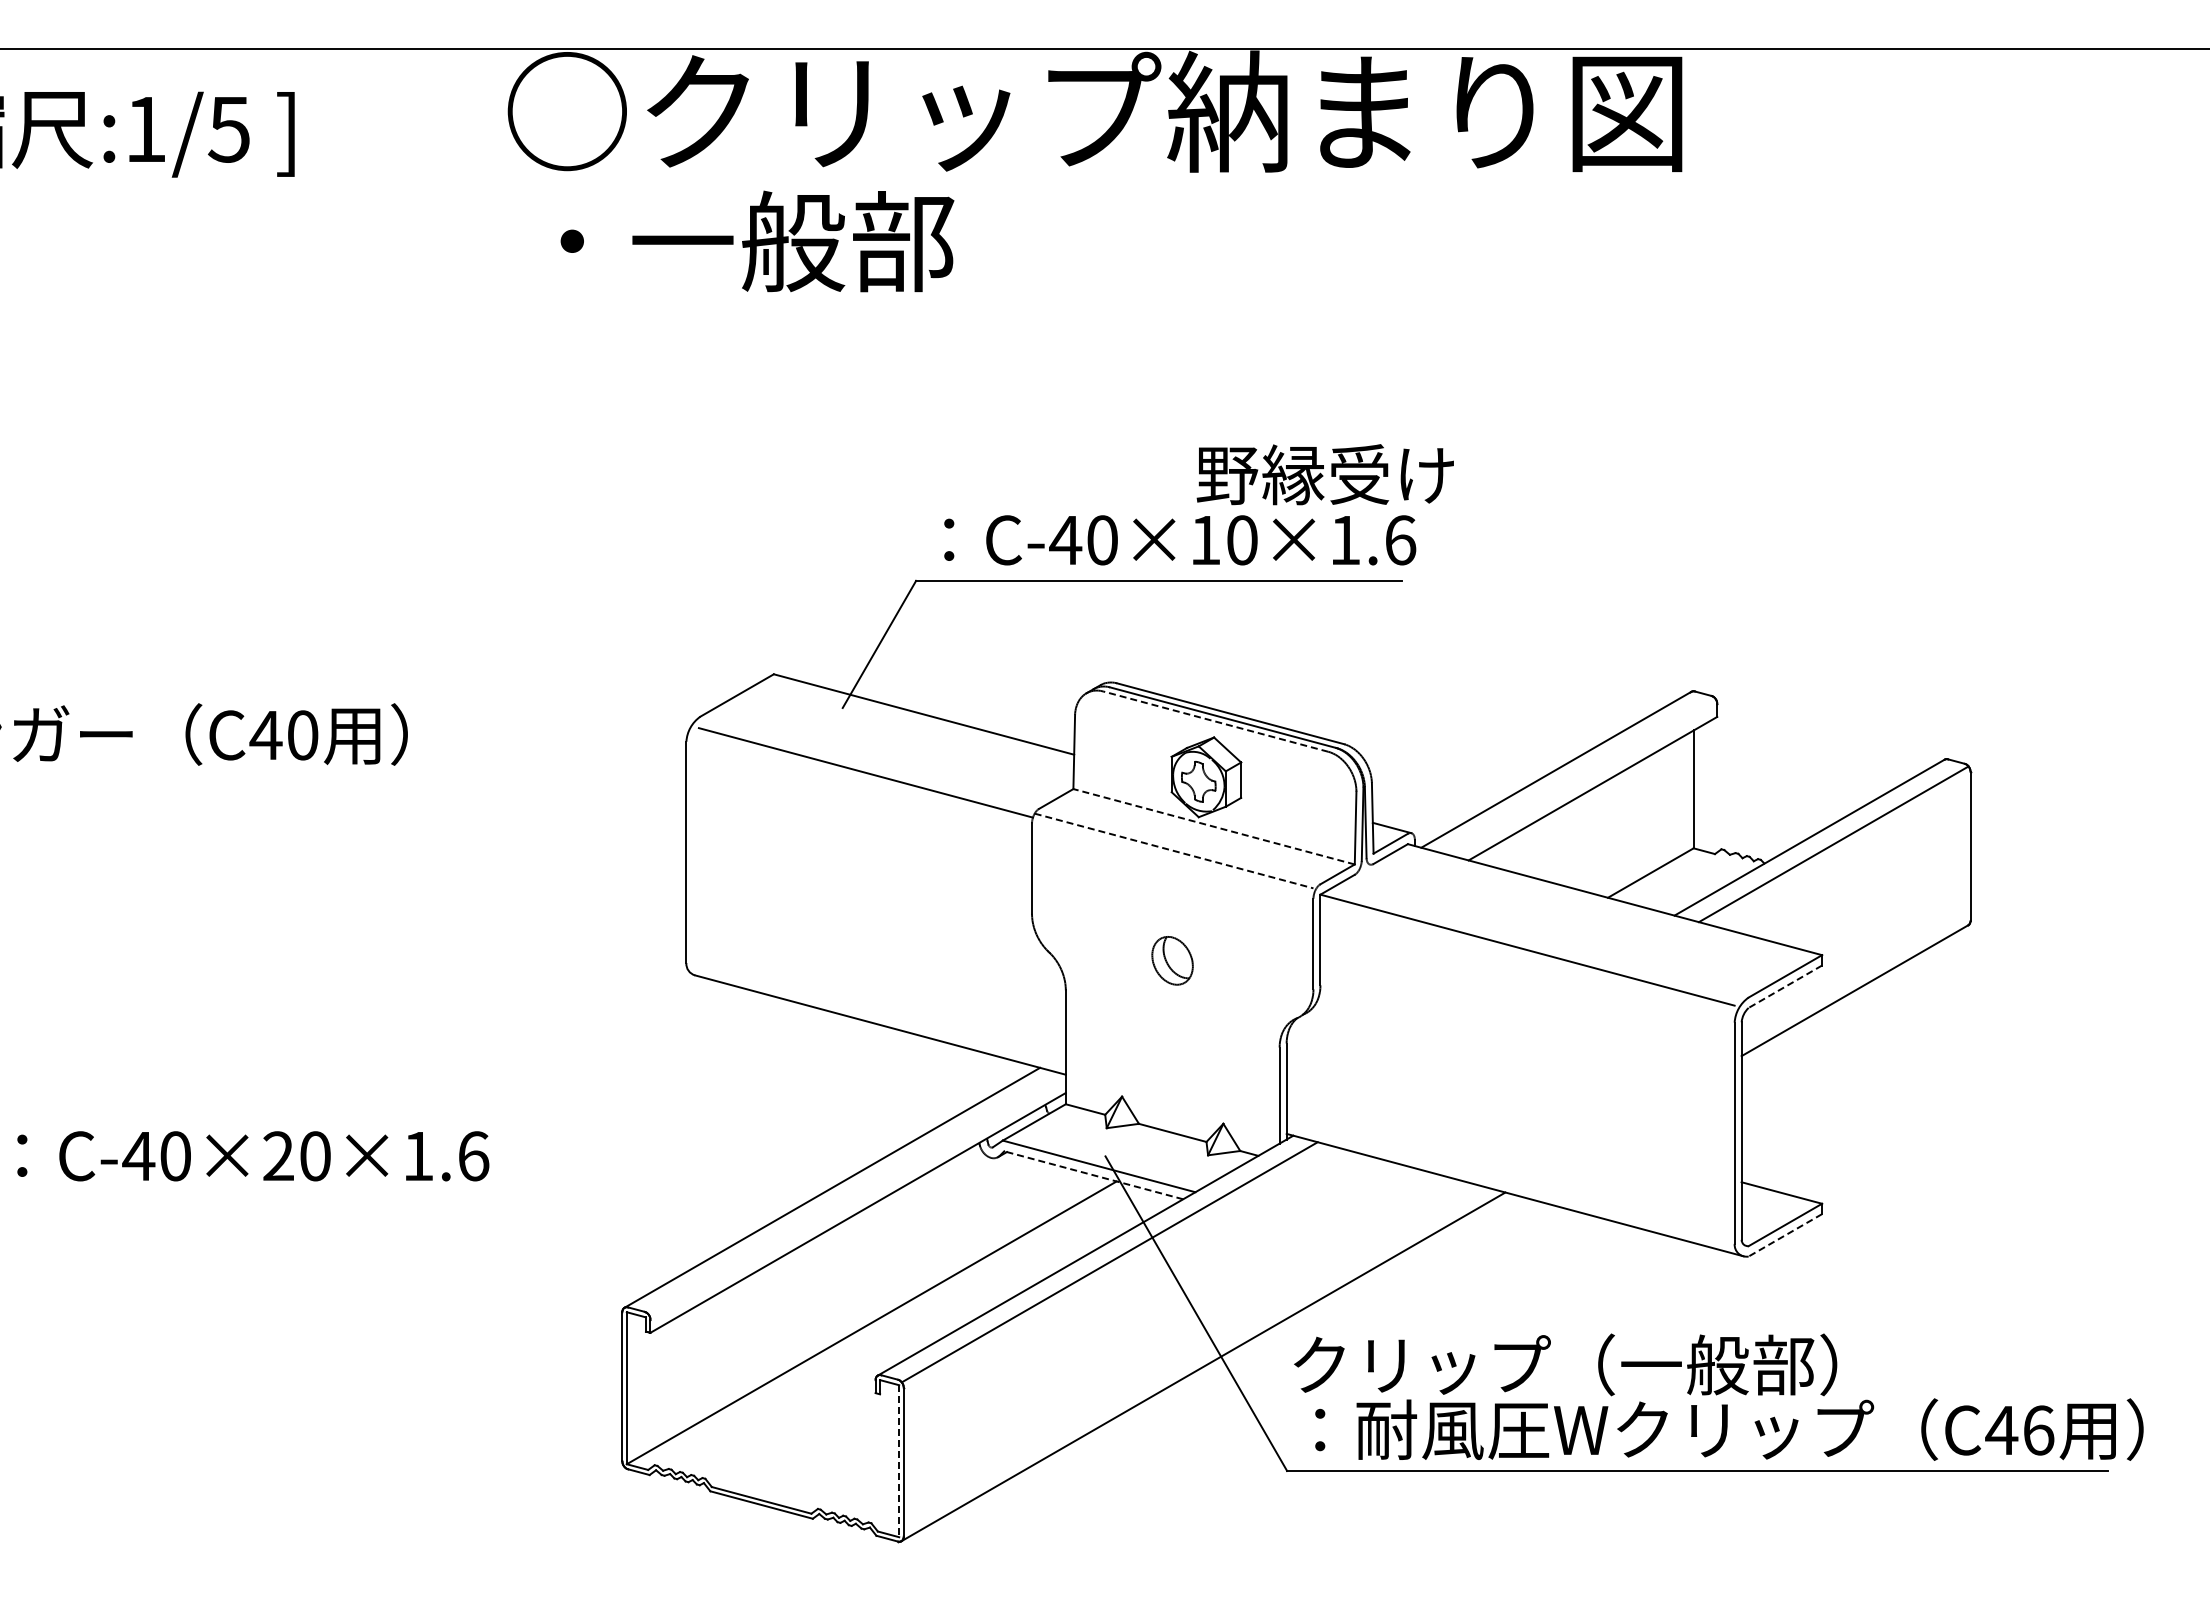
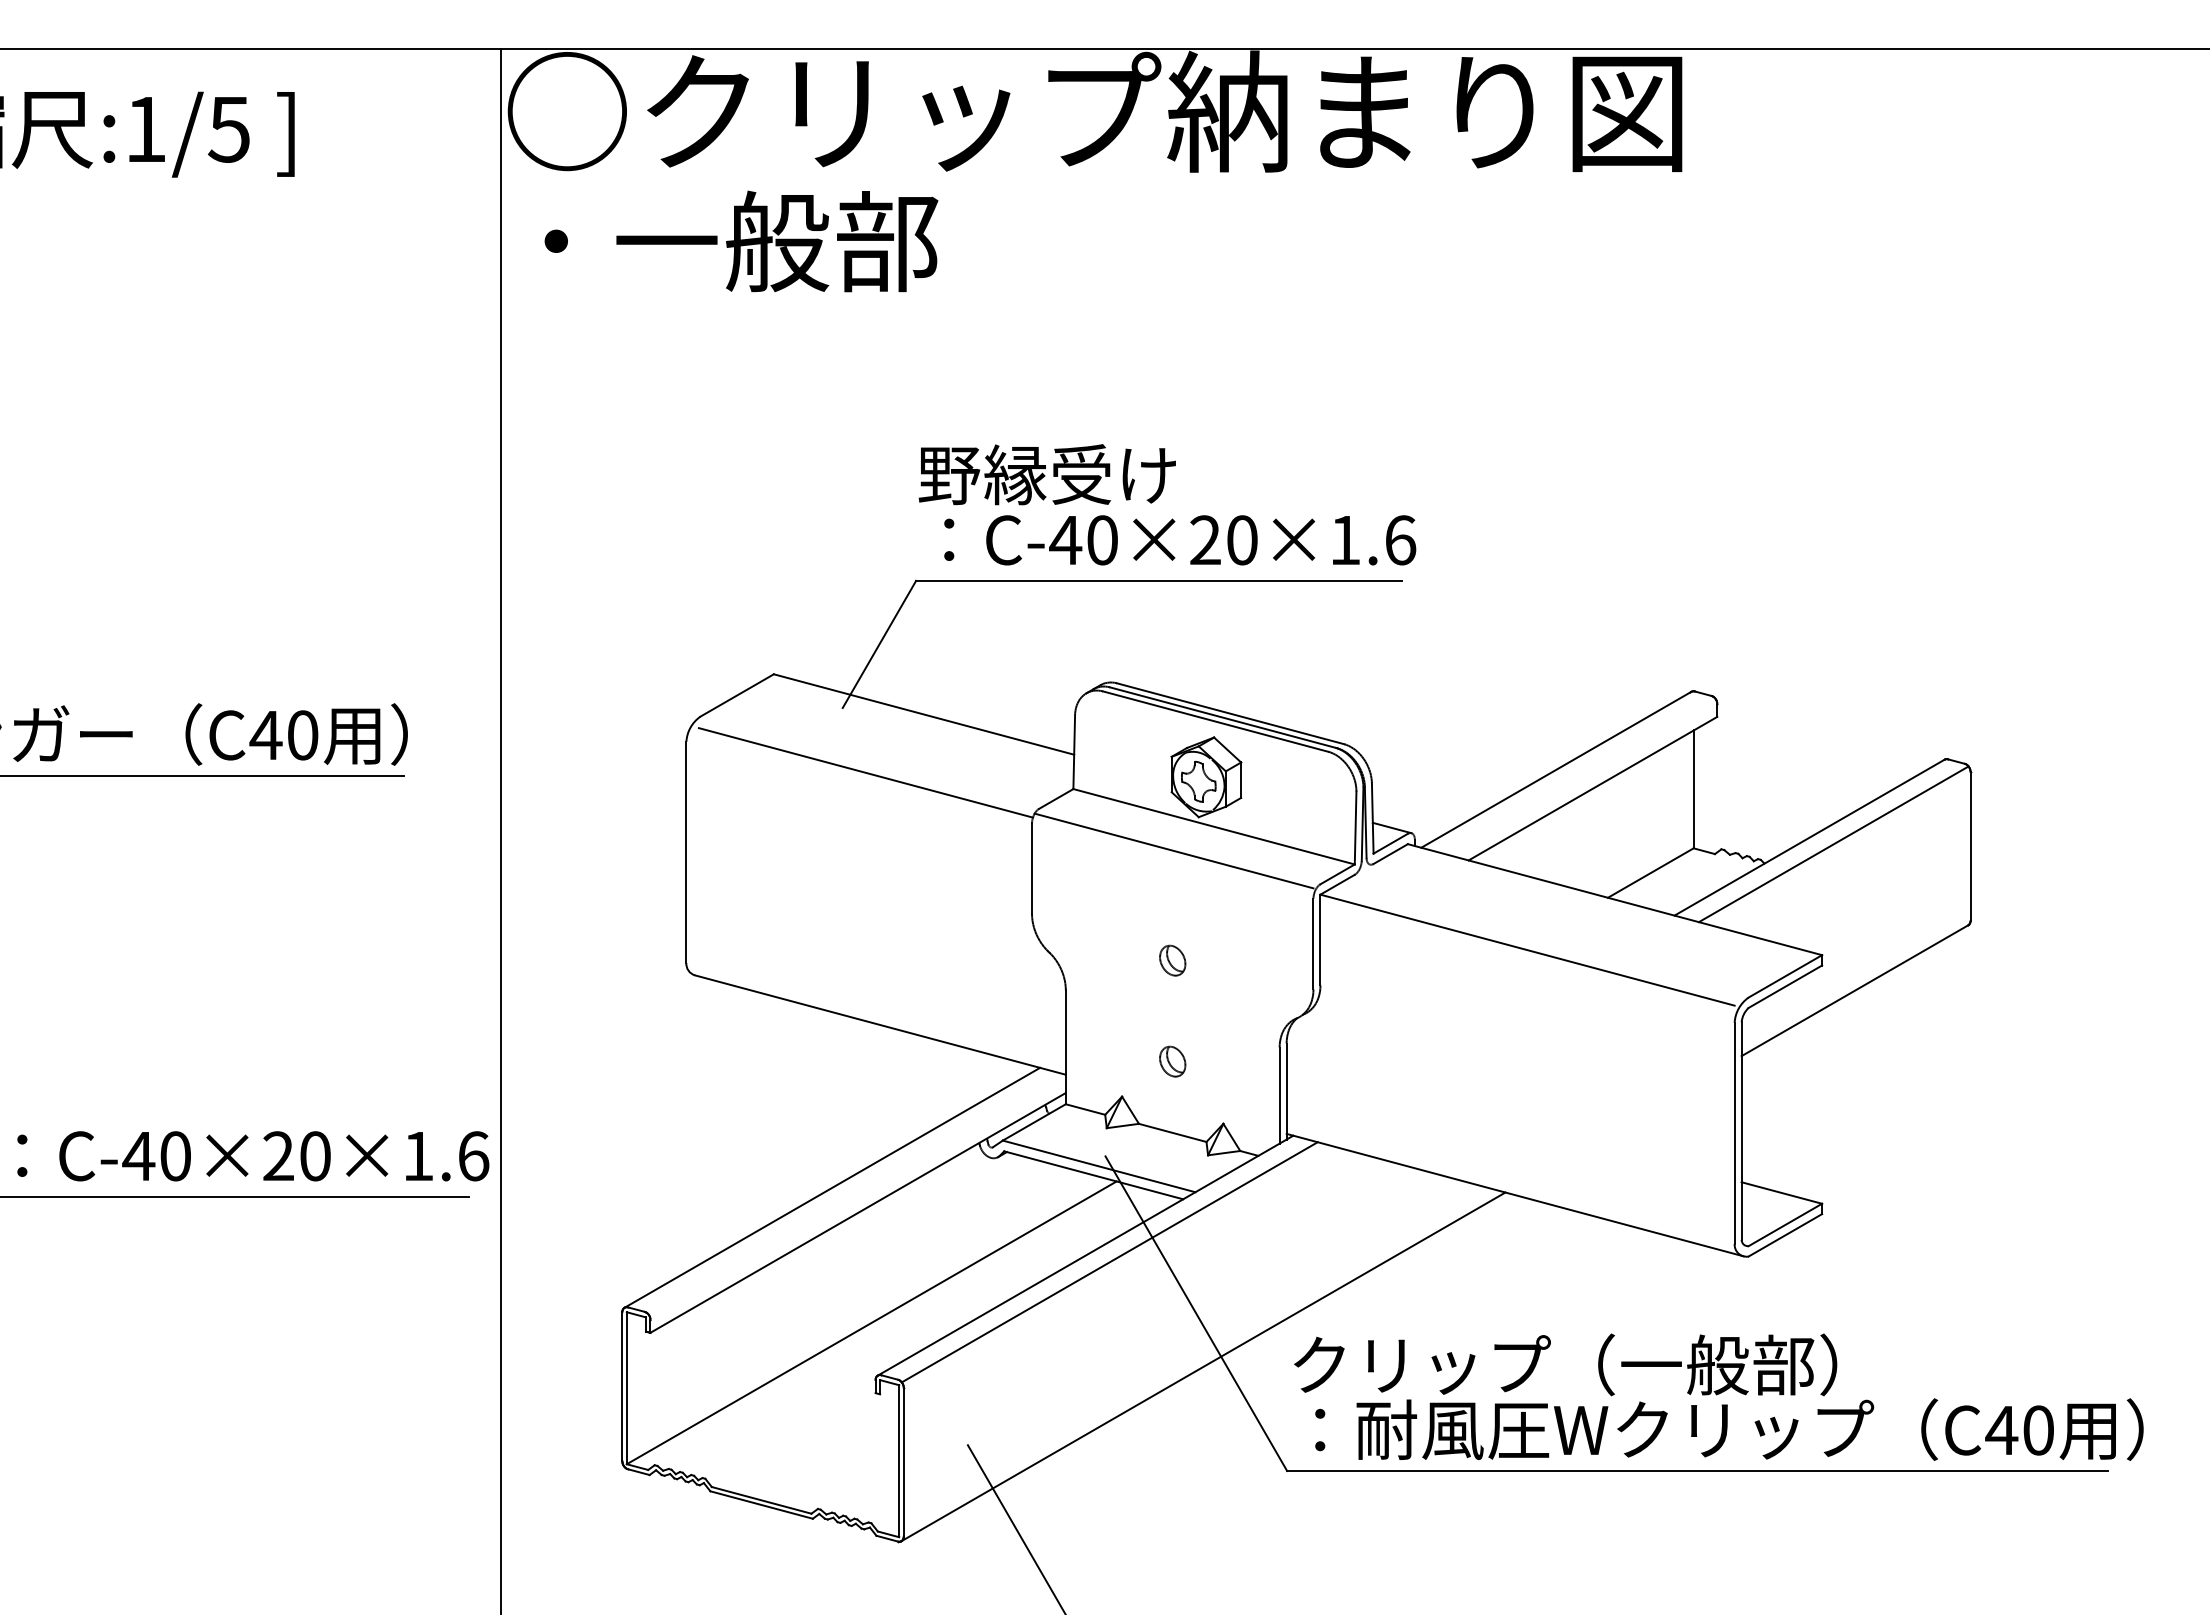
text at (757, 241) position: (757, 241) -> (741, 241)
text at (1324, 474) position: (1324, 474) -> (1046, 474)
text at (1205, 539): C-40×10×1.6 -> C-40×20×1.6
line at (1215, 721): dashed -> solid
line at (203, 775): none -> present
line at (1214, 826): dashed -> solid
line at (501, 829): none -> present
line at (1174, 851): dashed -> solid
part at (1172, 960) size: 43x50 px -> 28x33 px
line at (1784, 986): dashed -> solid
part at (1172, 1061): none -> present
line at (1093, 1175): dashed -> solid
line at (235, 1196): none -> present
line at (1784, 1235): dashed -> solid
text at (2038, 1430): C46 -> C40
line at (899, 1461): dashed -> solid
line at (1015, 1528): none -> present
